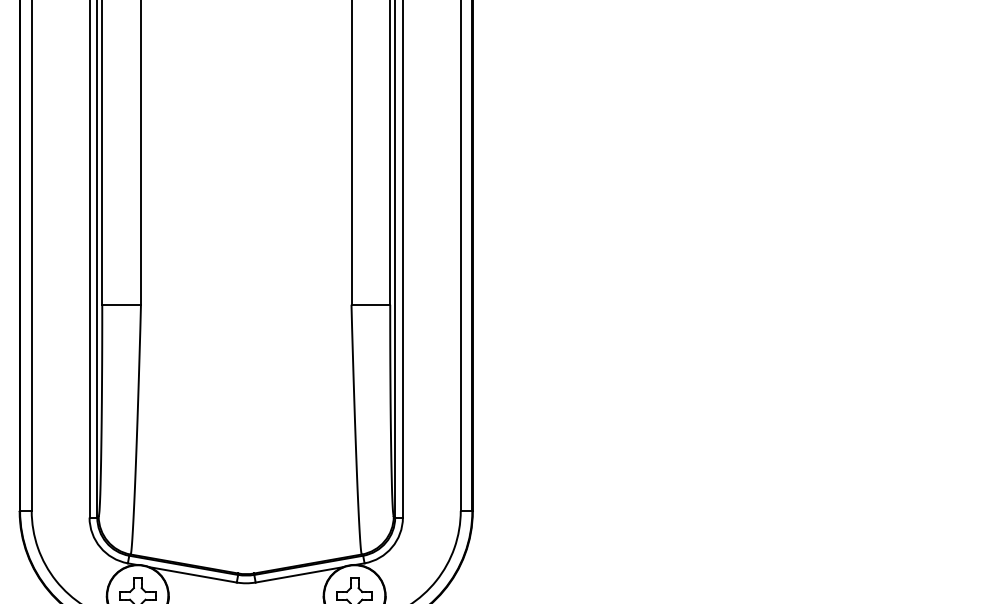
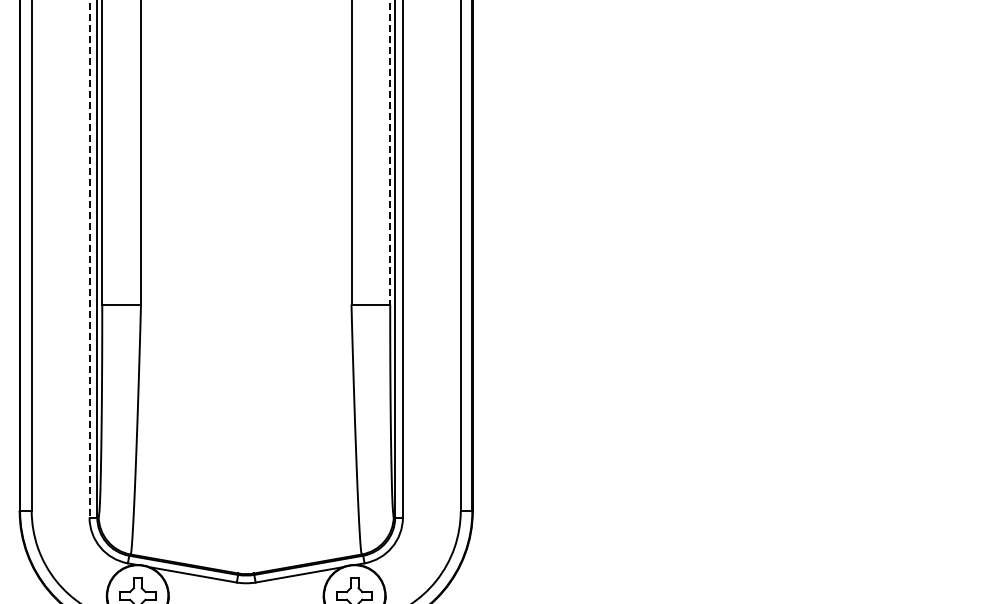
line at (390, 152): solid -> dashed
line at (89, 259): solid -> dashed
